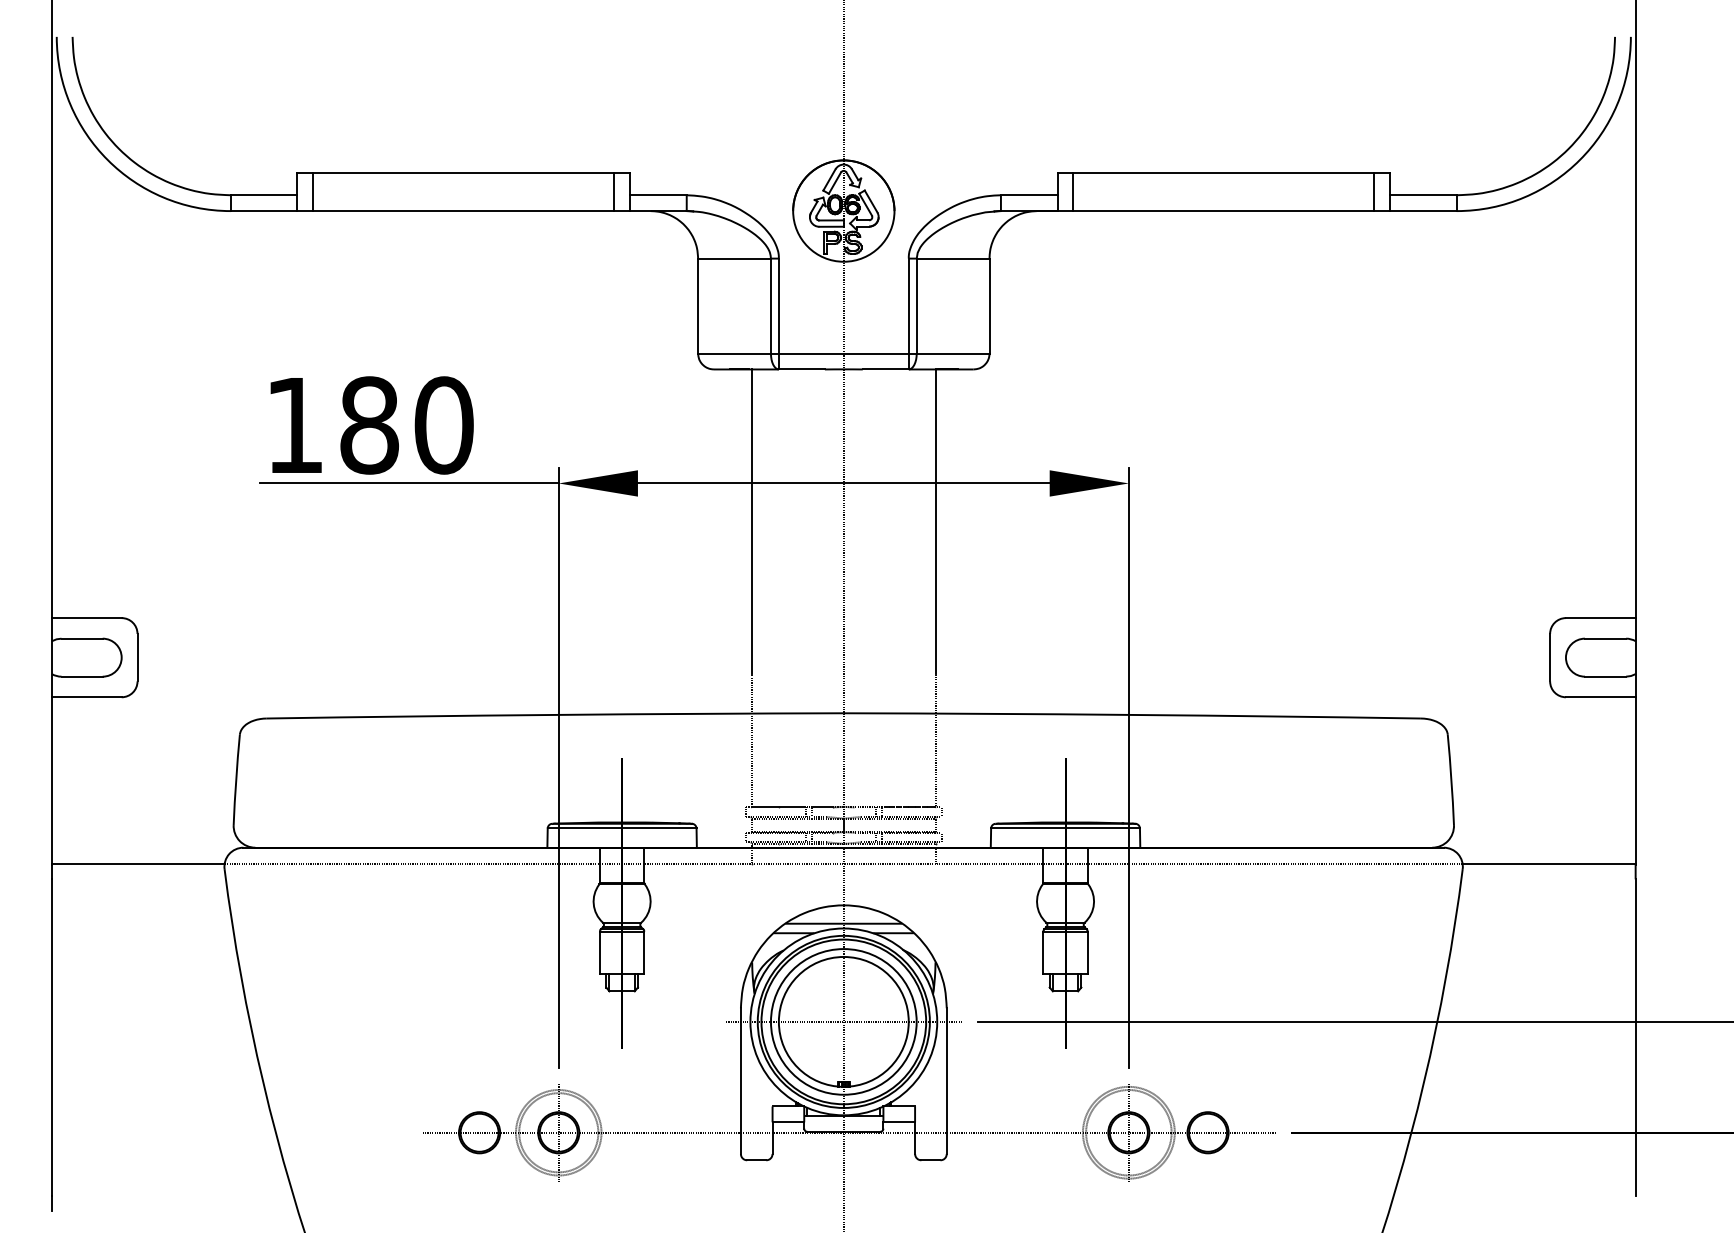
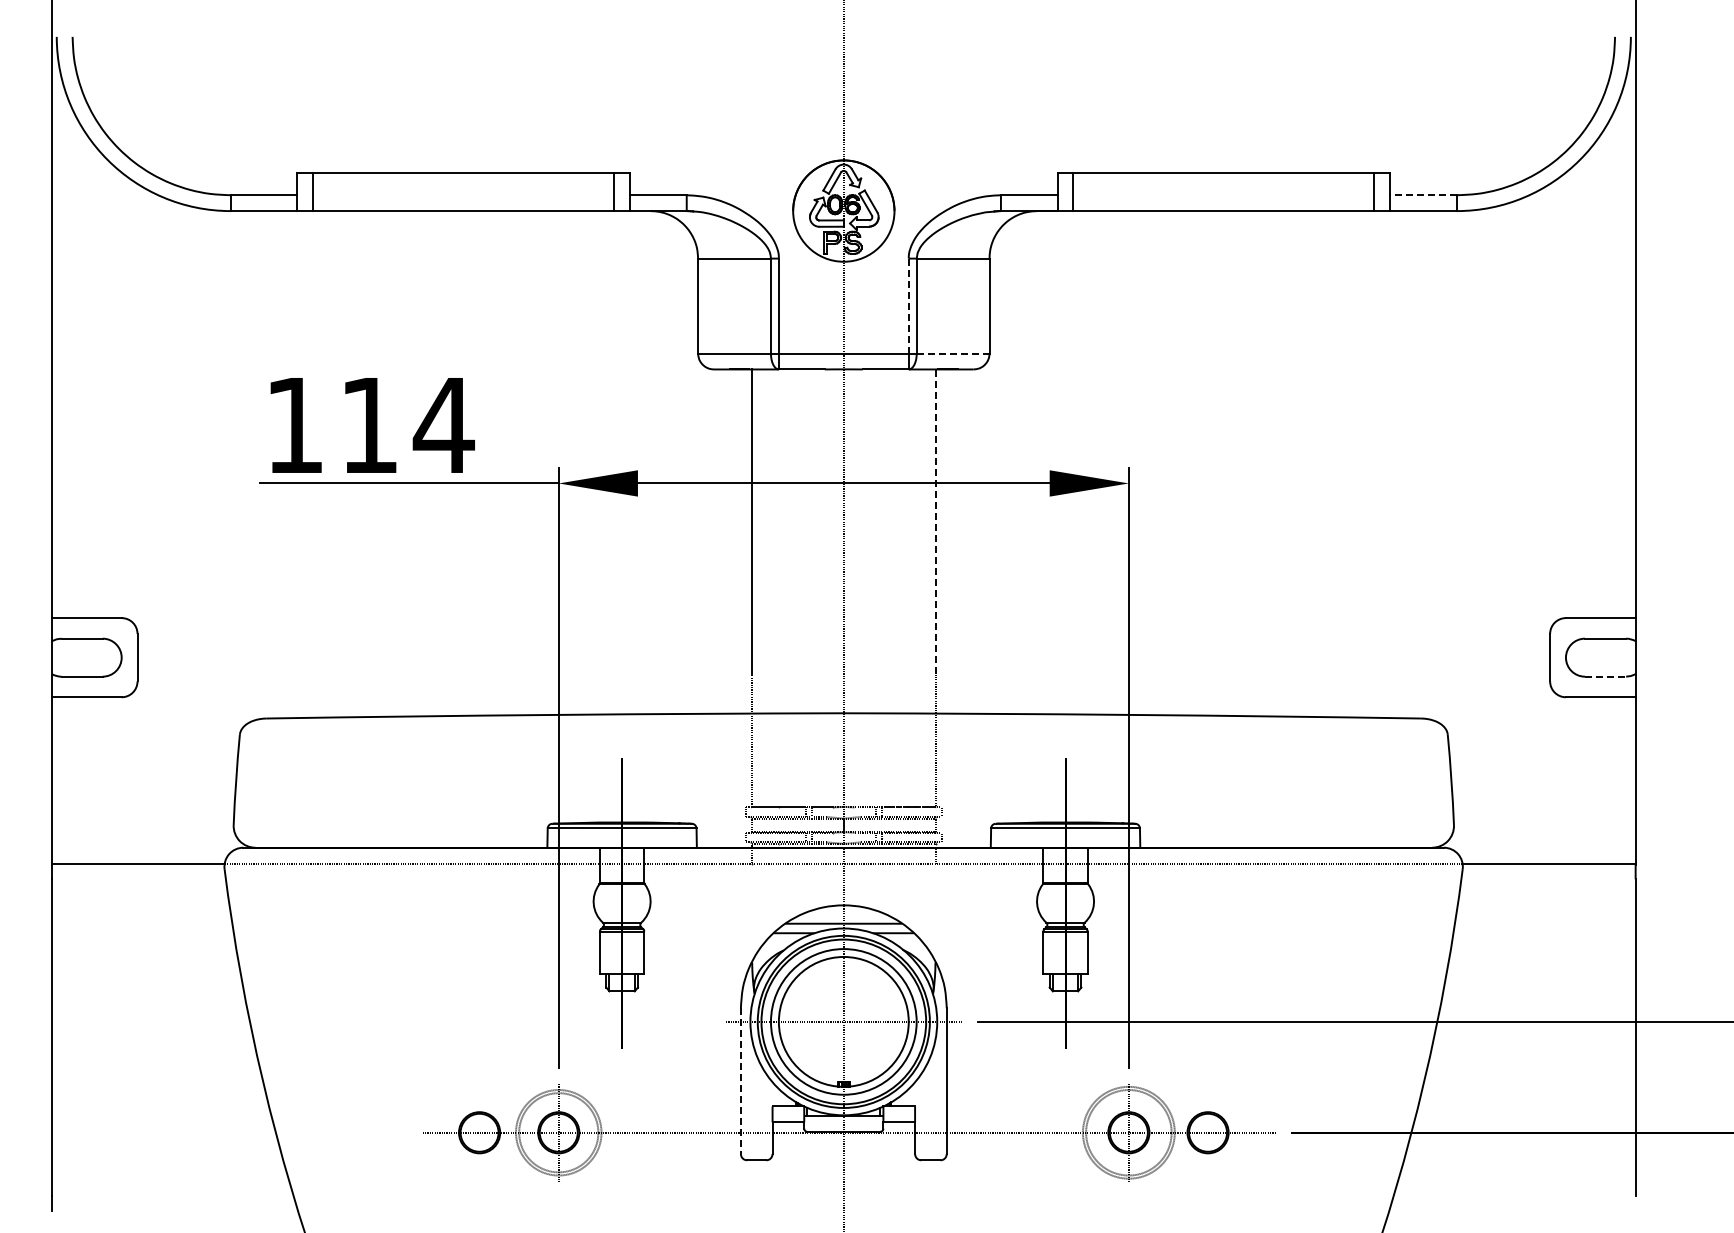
line at (1422, 195): solid -> dashed
line at (908, 306): solid -> dashed
line at (952, 353): solid -> dashed
text at (407, 425): 180 -> 114
line at (935, 521): solid -> dashed
line at (1605, 676): solid -> dashed
line at (740, 1081): solid -> dashed
